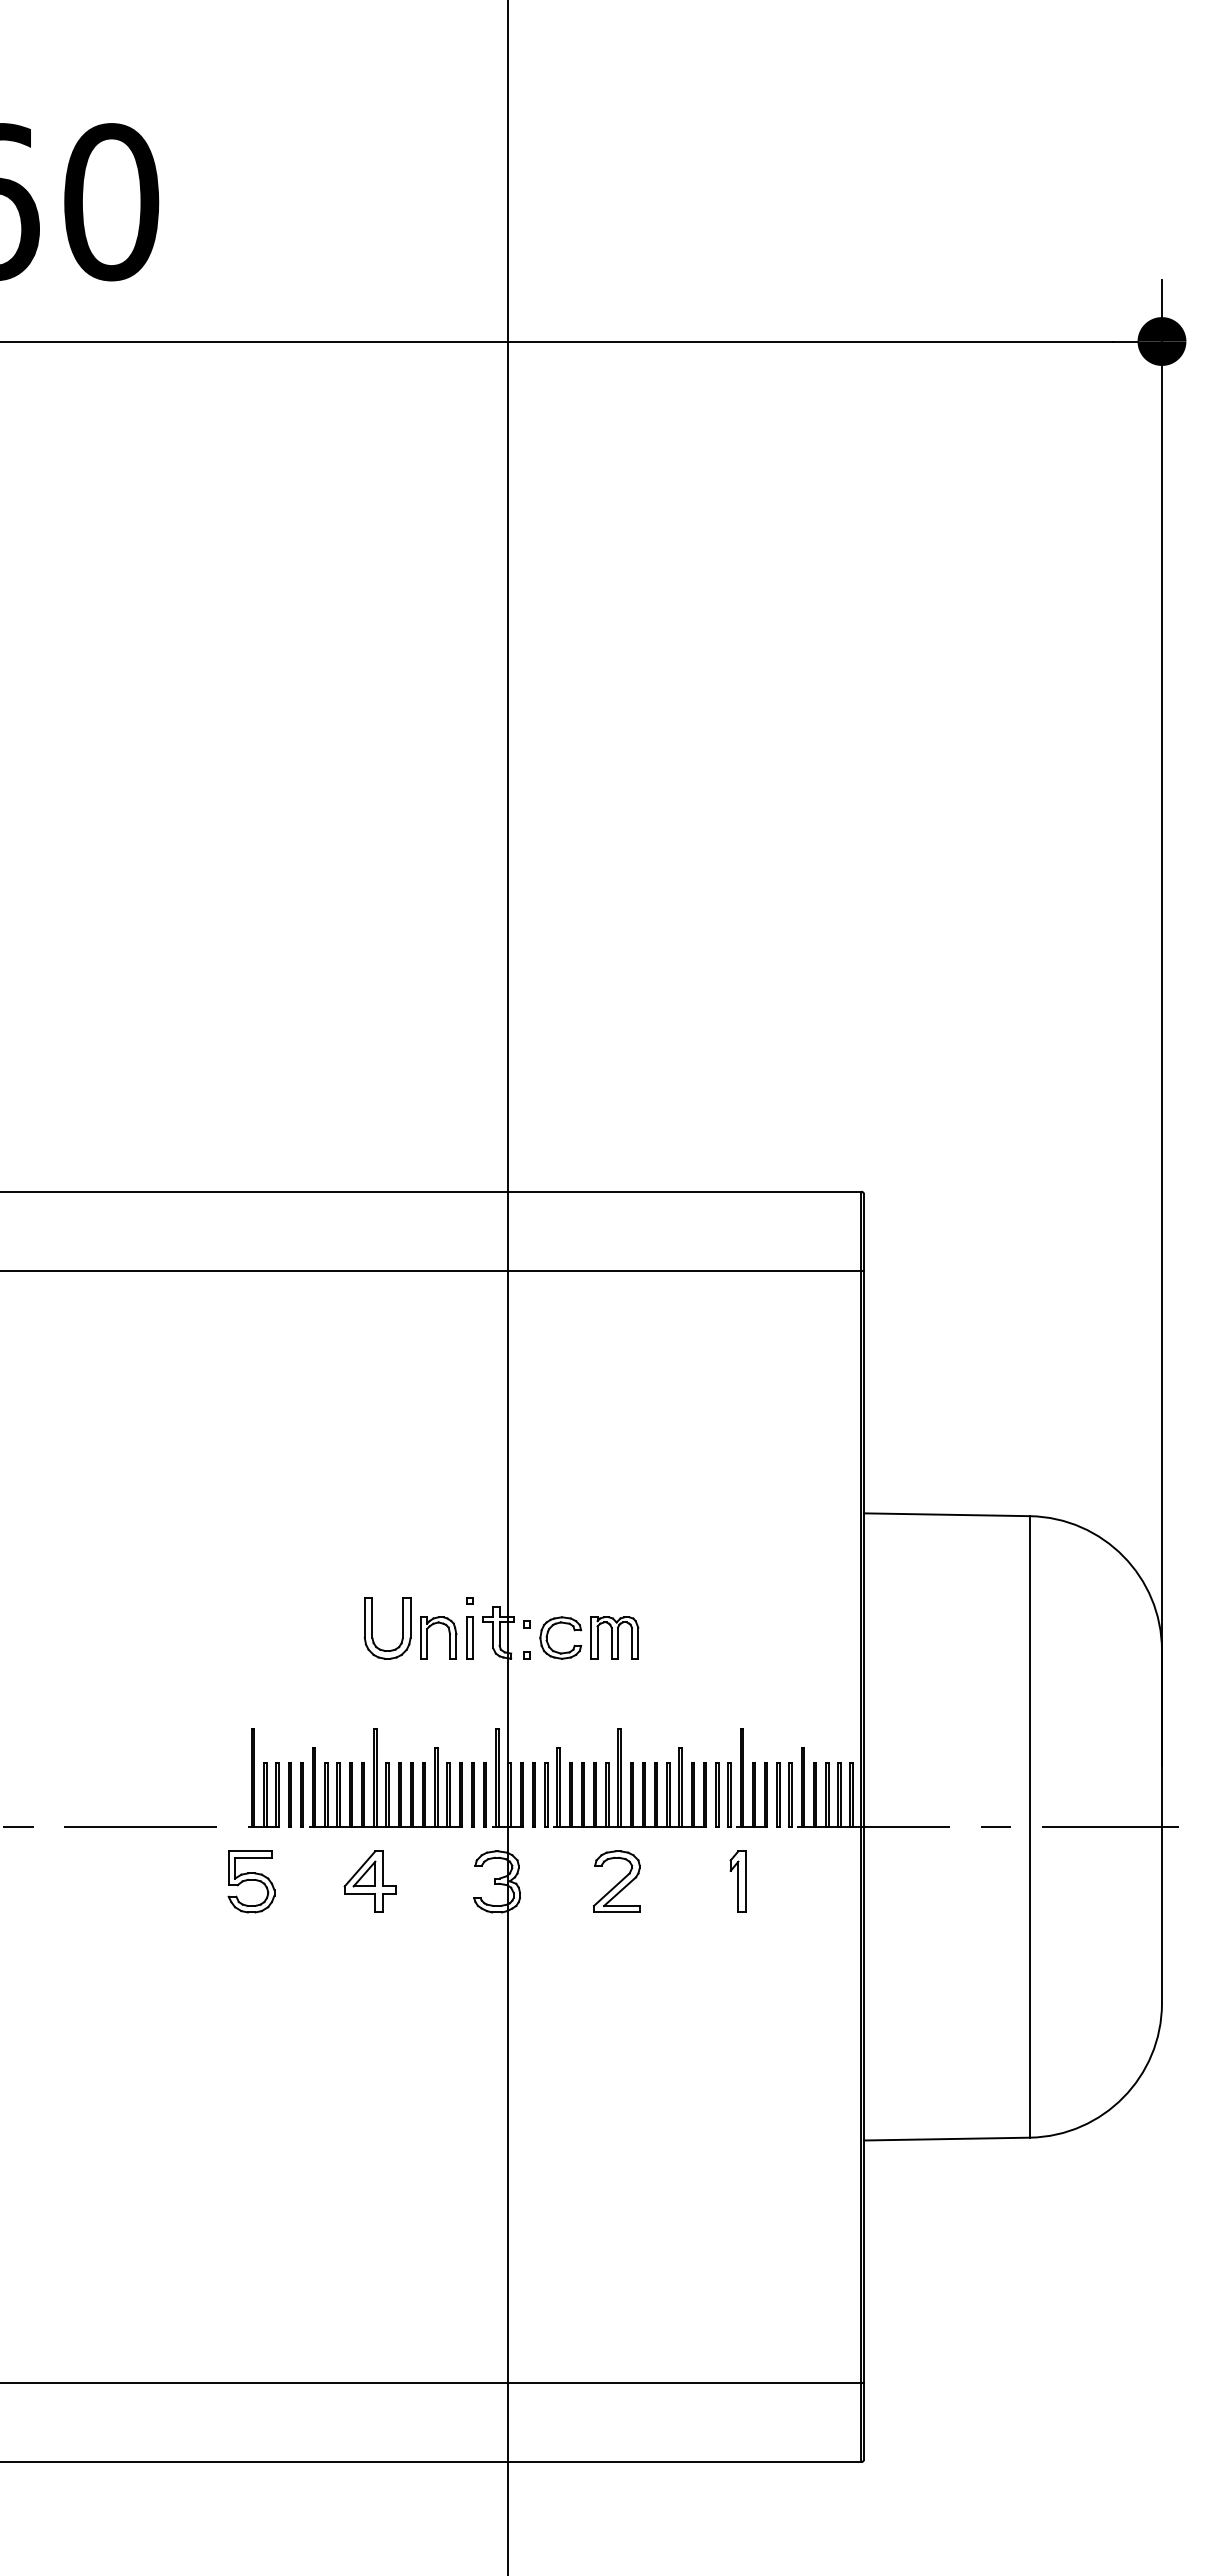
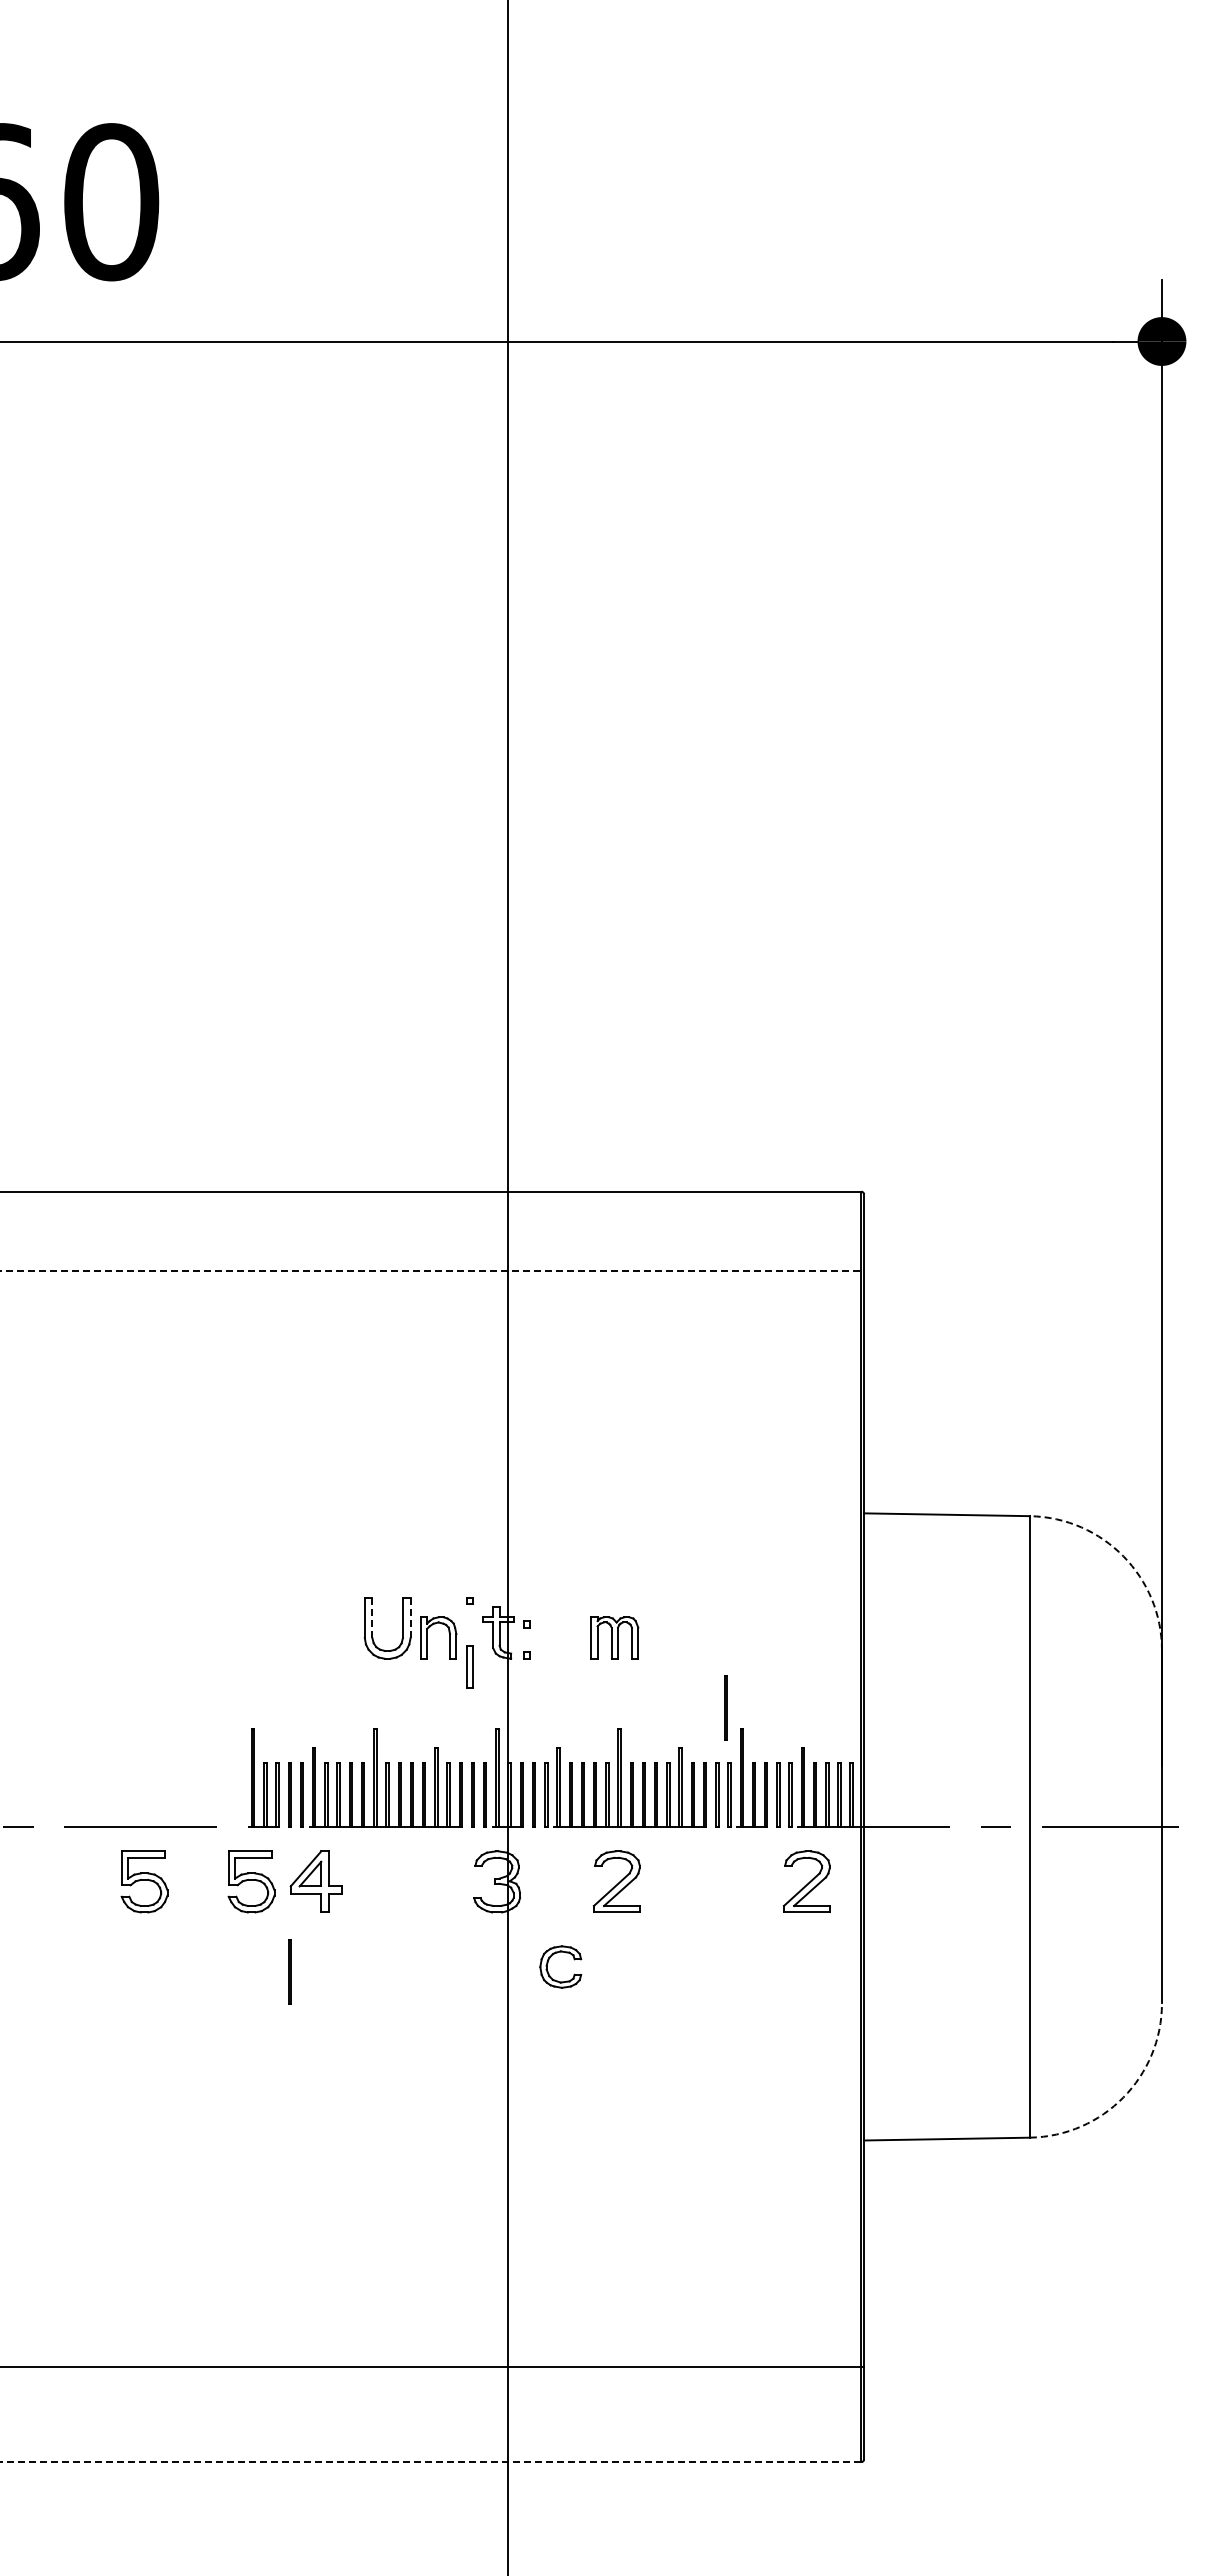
line at (432, 1271): solid -> dashed
arc at (1123, 1556): solid -> dashed
line at (372, 1617): solid -> dashed
line at (410, 1617): solid -> dashed
part at (548, 1634) position: (548, 1634) -> (548, 1963)
part at (469, 1637) position: (469, 1637) -> (469, 1666)
line at (725, 1707): none -> present
part at (144, 1881): none -> present
part at (369, 1881) position: (369, 1881) -> (315, 1881)
part at (737, 1881): present -> none
part at (806, 1881): none -> present
line at (289, 1971): none -> present
arc at (1123, 2097): solid -> dashed
line at (432, 2382) position: (432, 2382) -> (432, 2366)
line at (430, 2462): solid -> dashed
